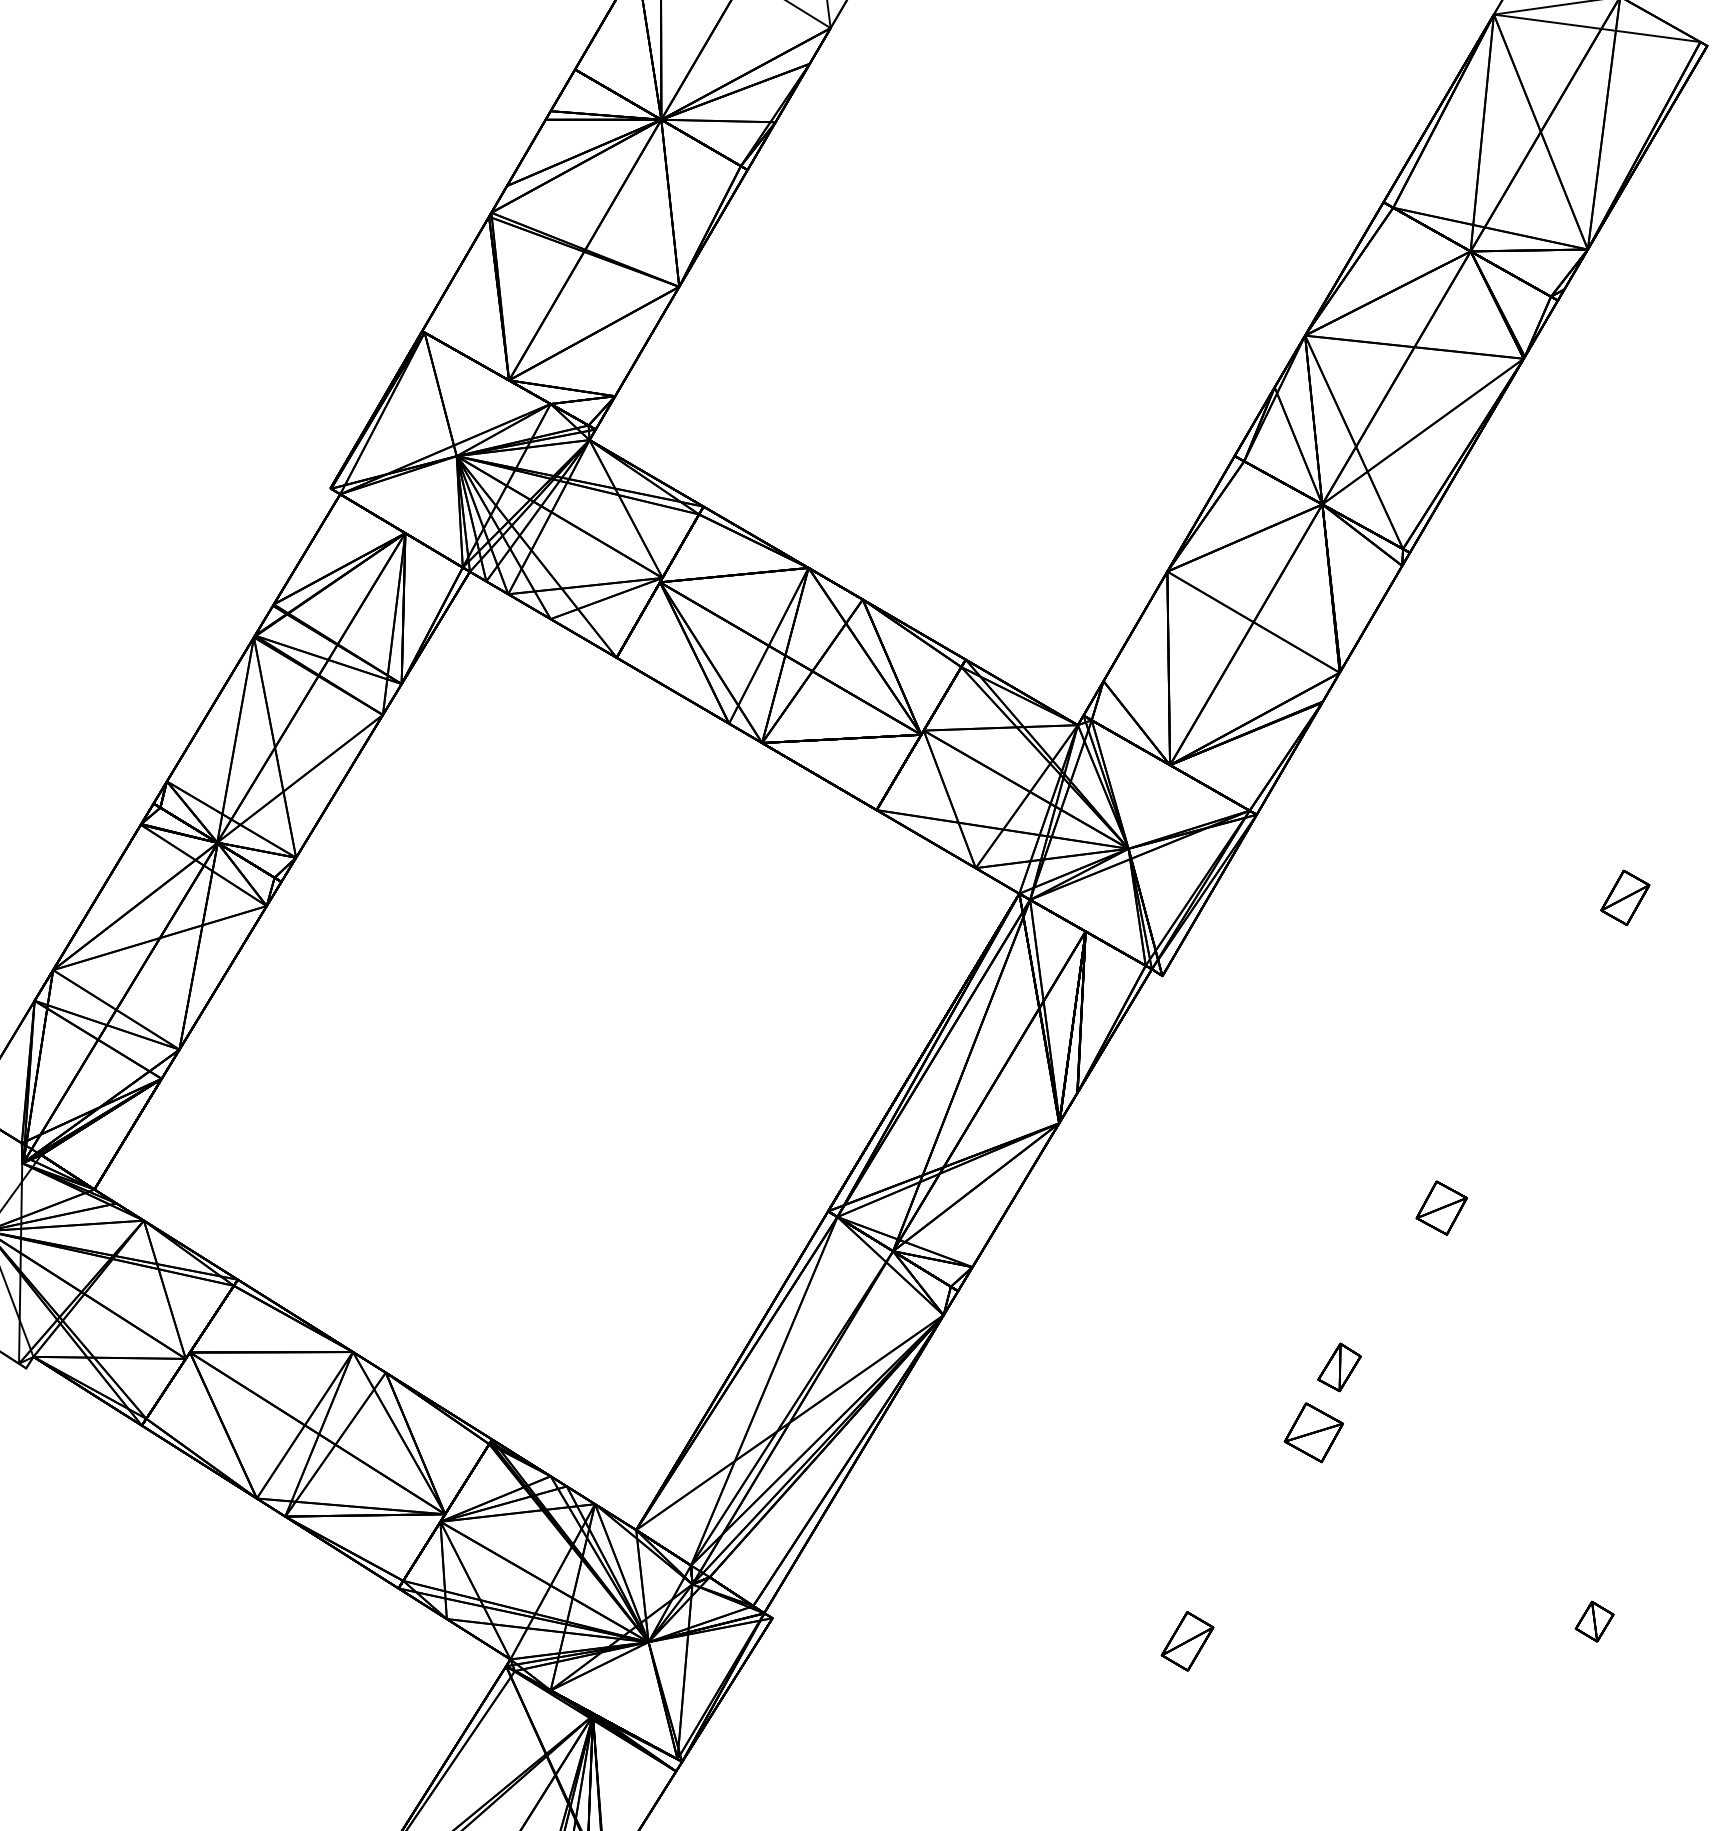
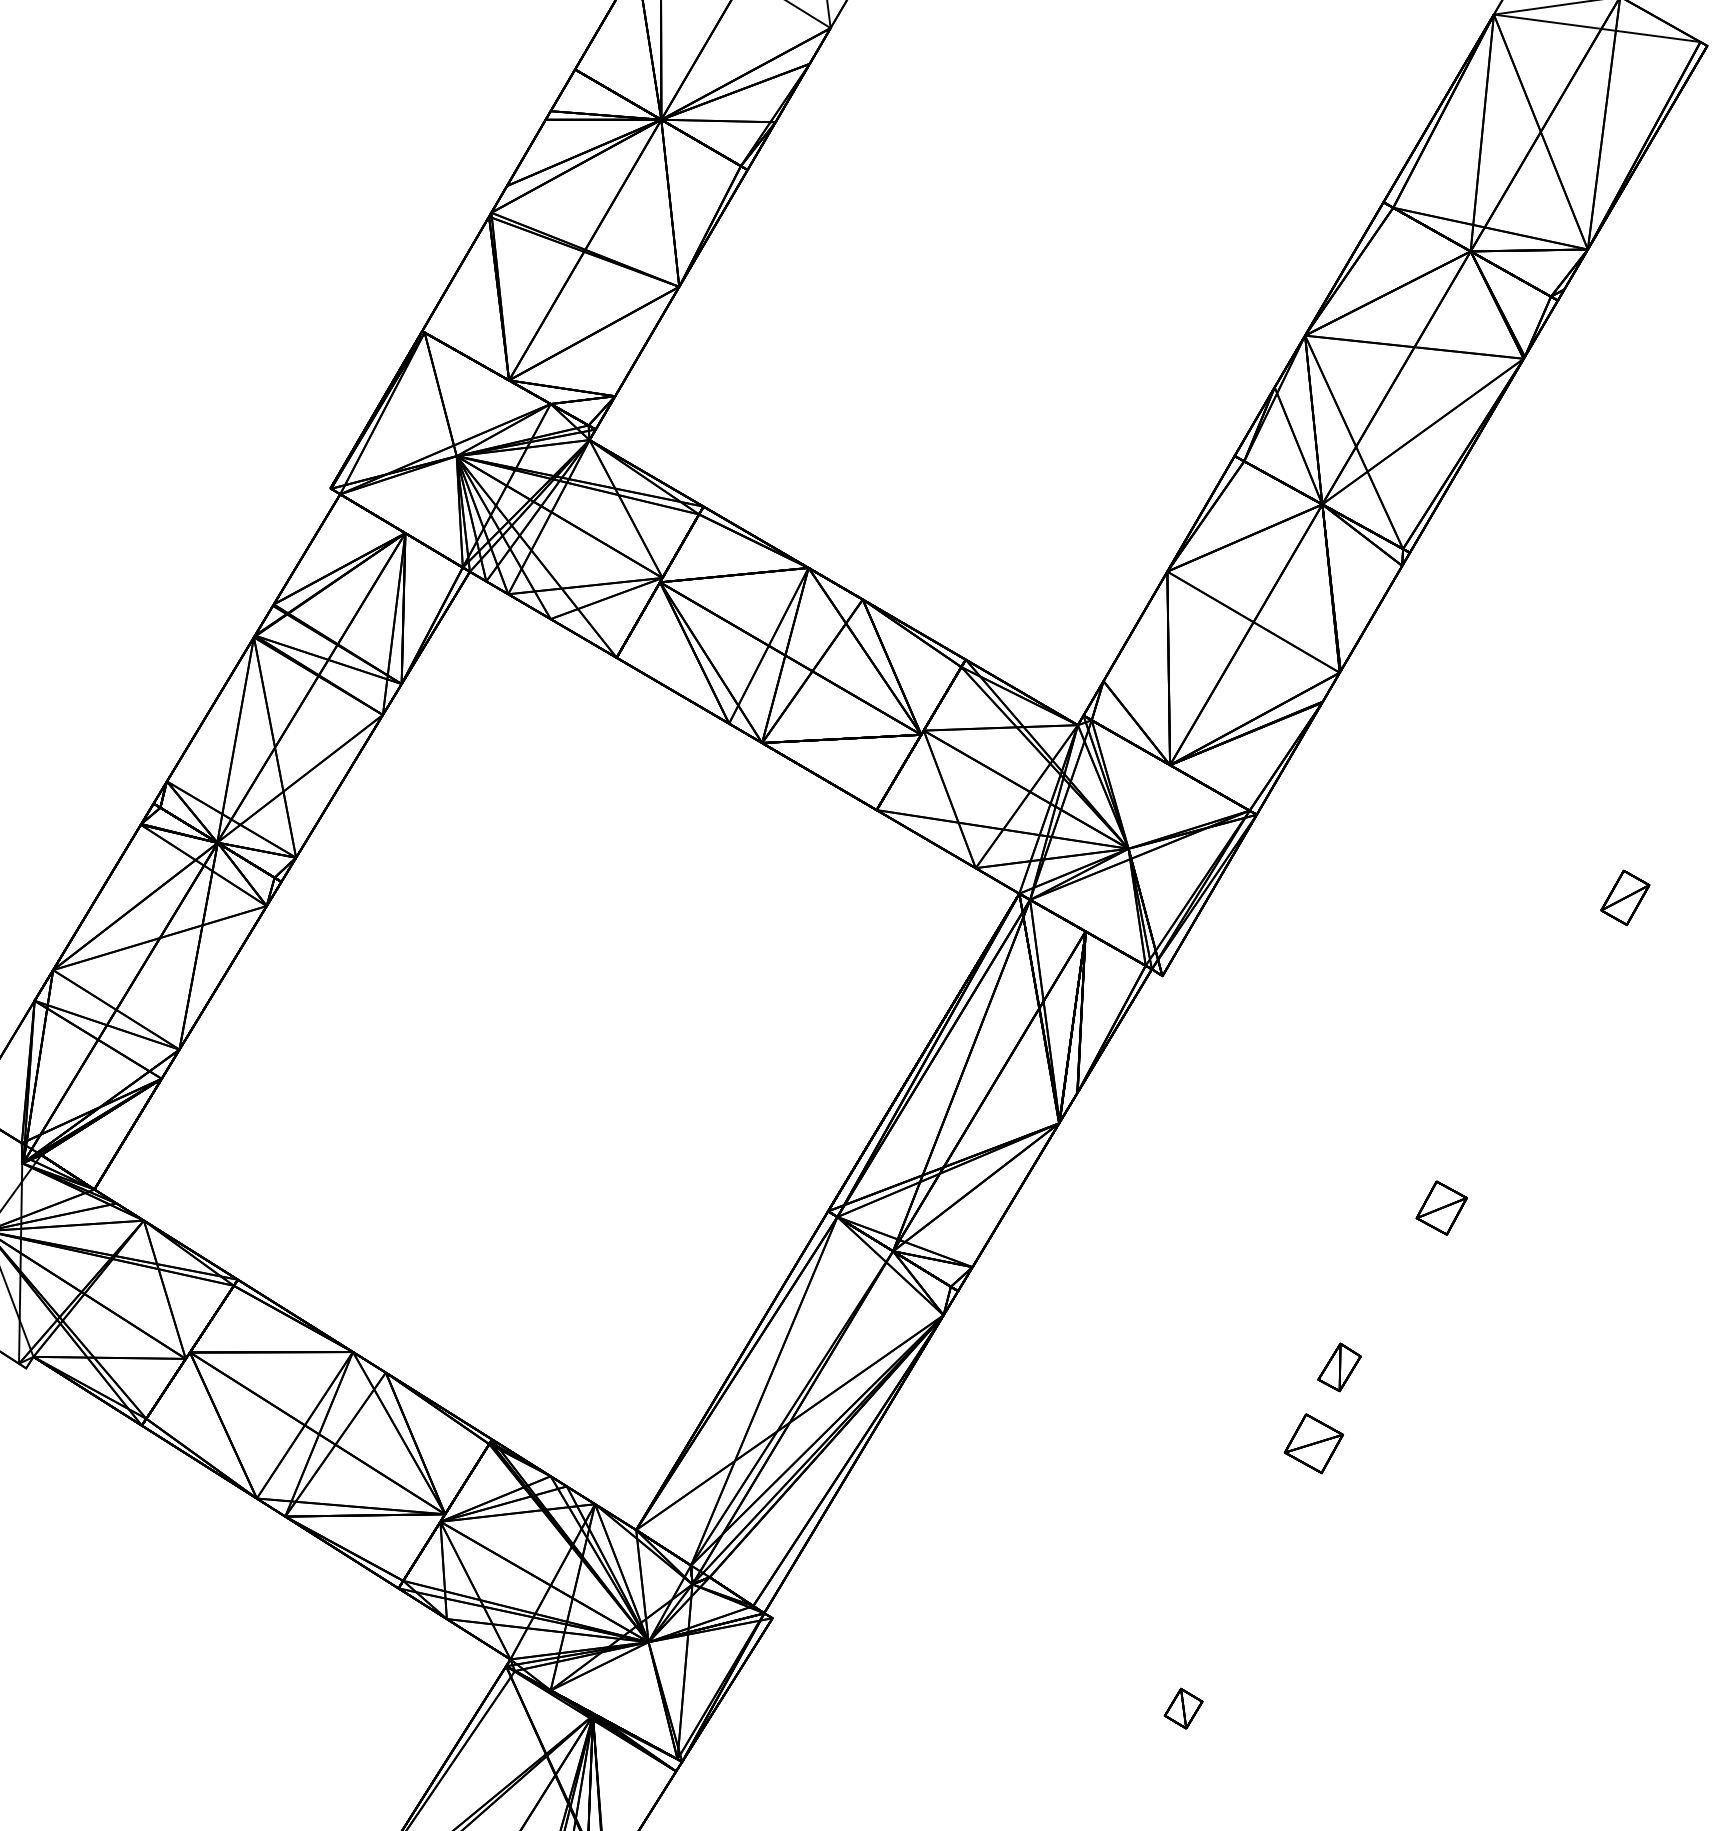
part at (1313, 1432) position: (1313, 1432) -> (1313, 1443)
part at (1594, 1621) position: (1594, 1621) -> (1183, 1708)
part at (1187, 1641): present -> none
